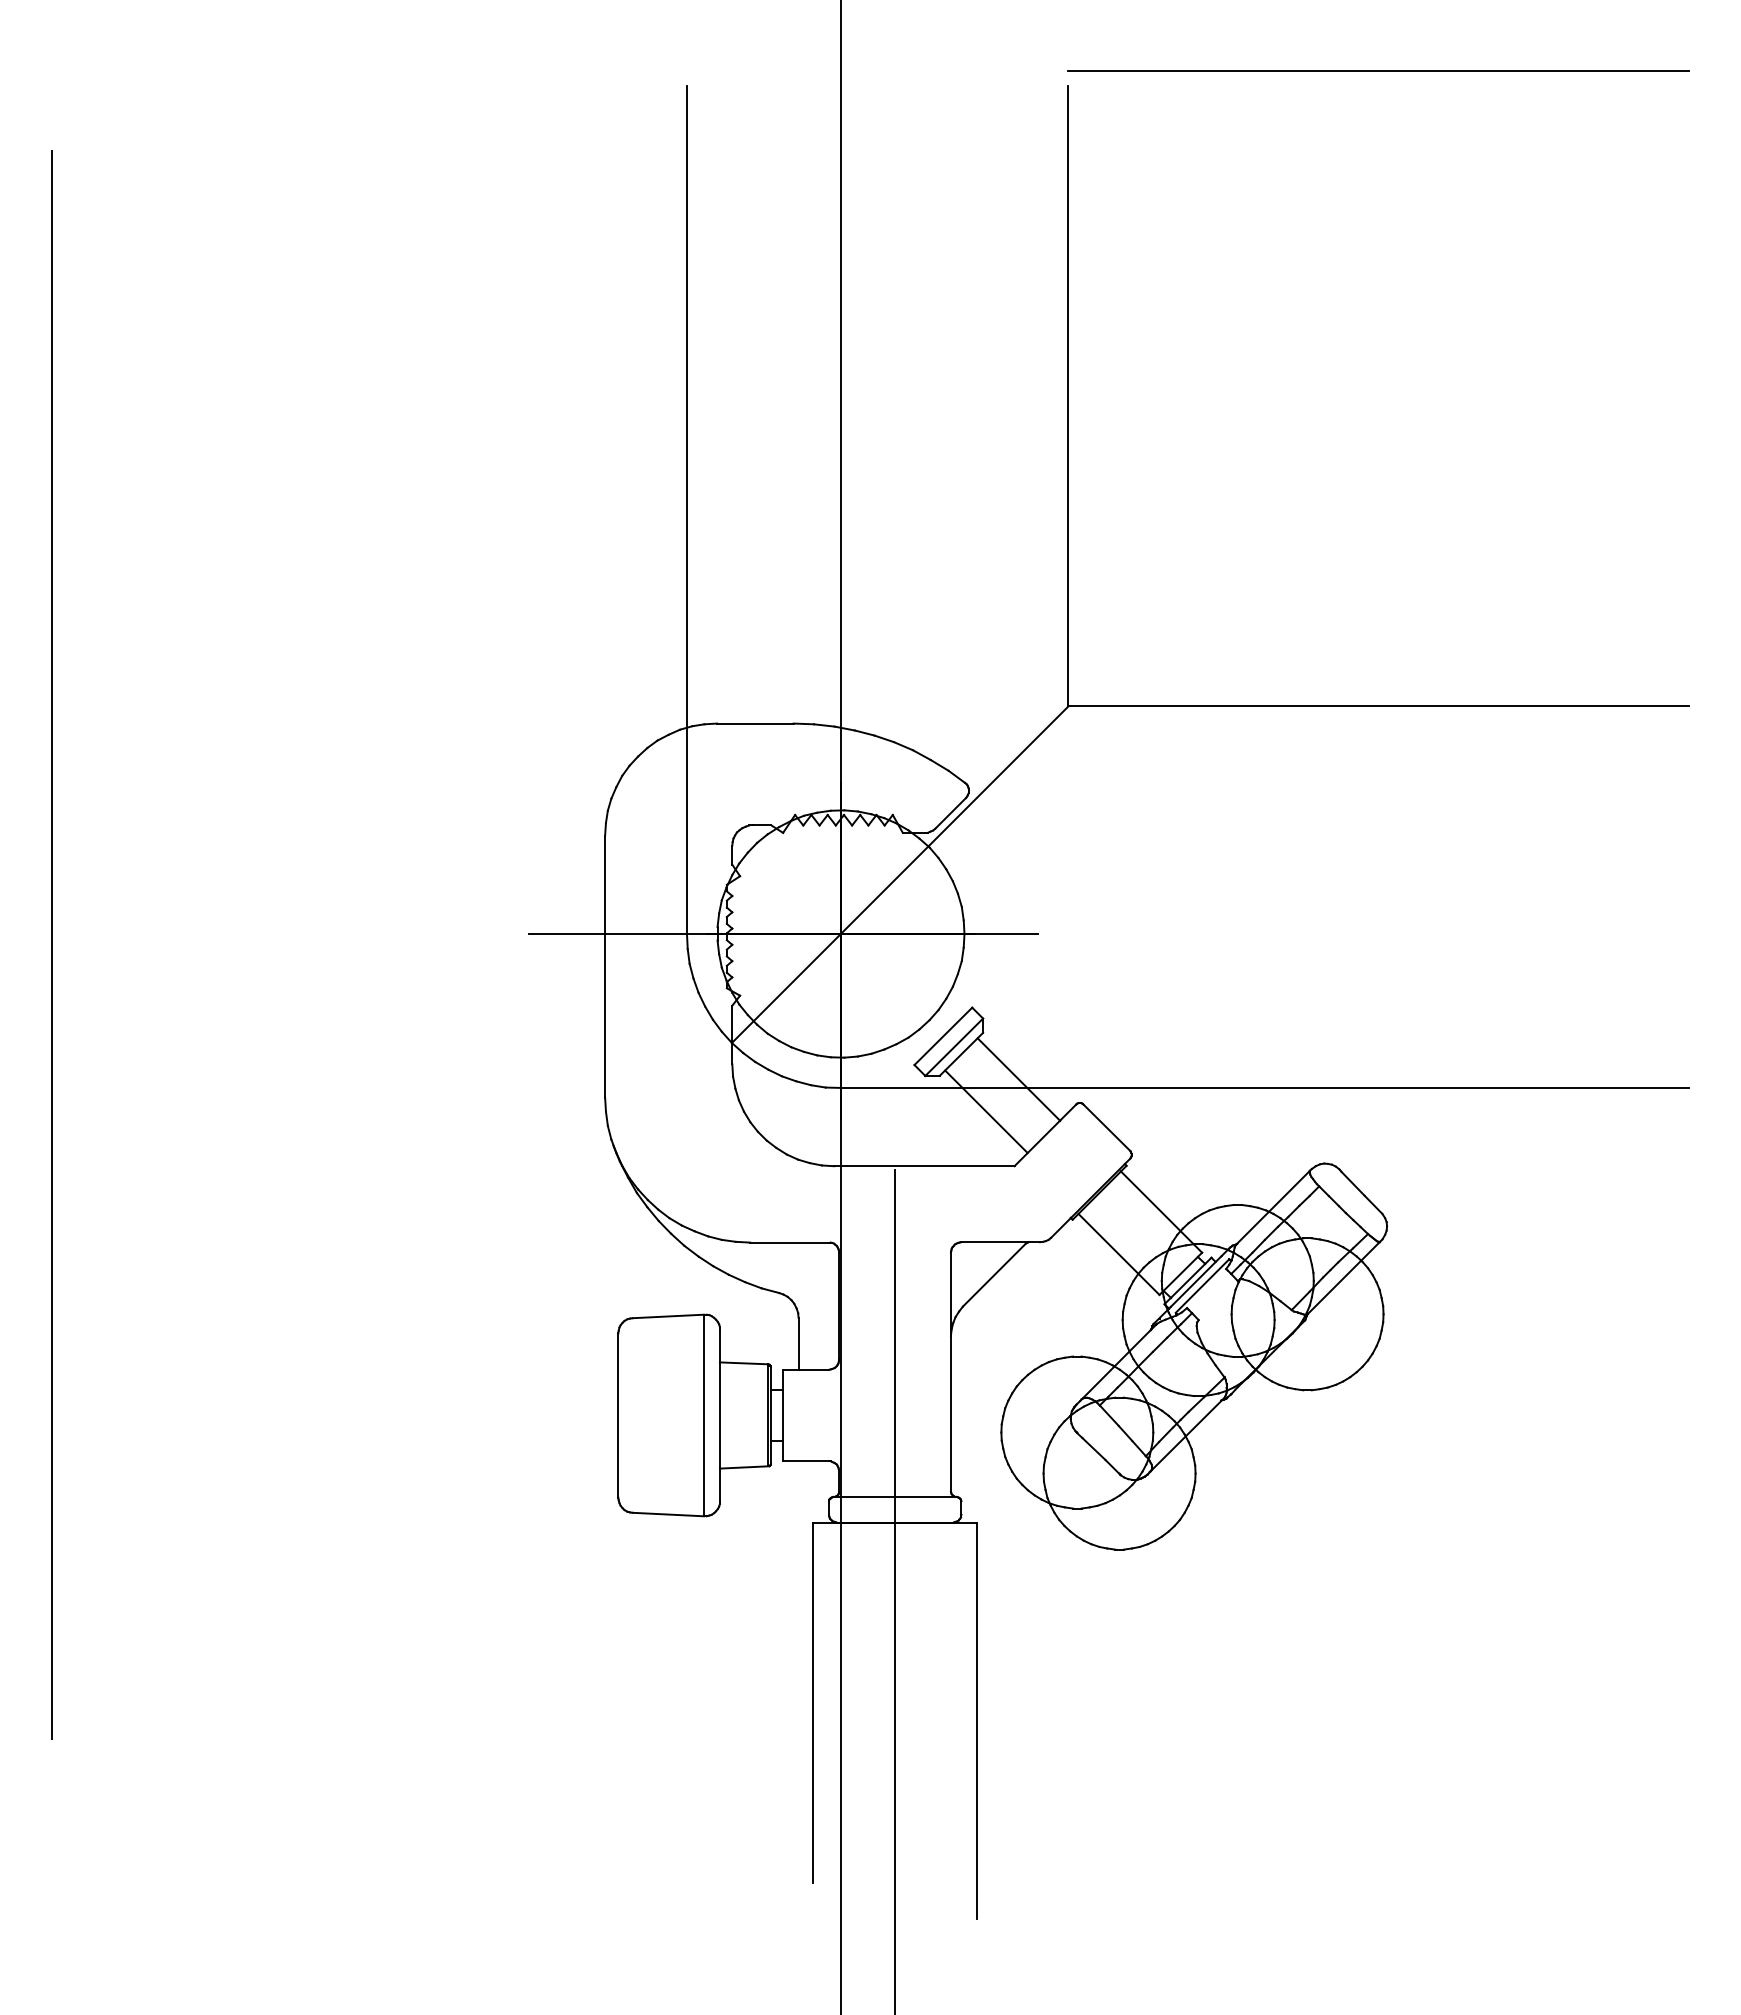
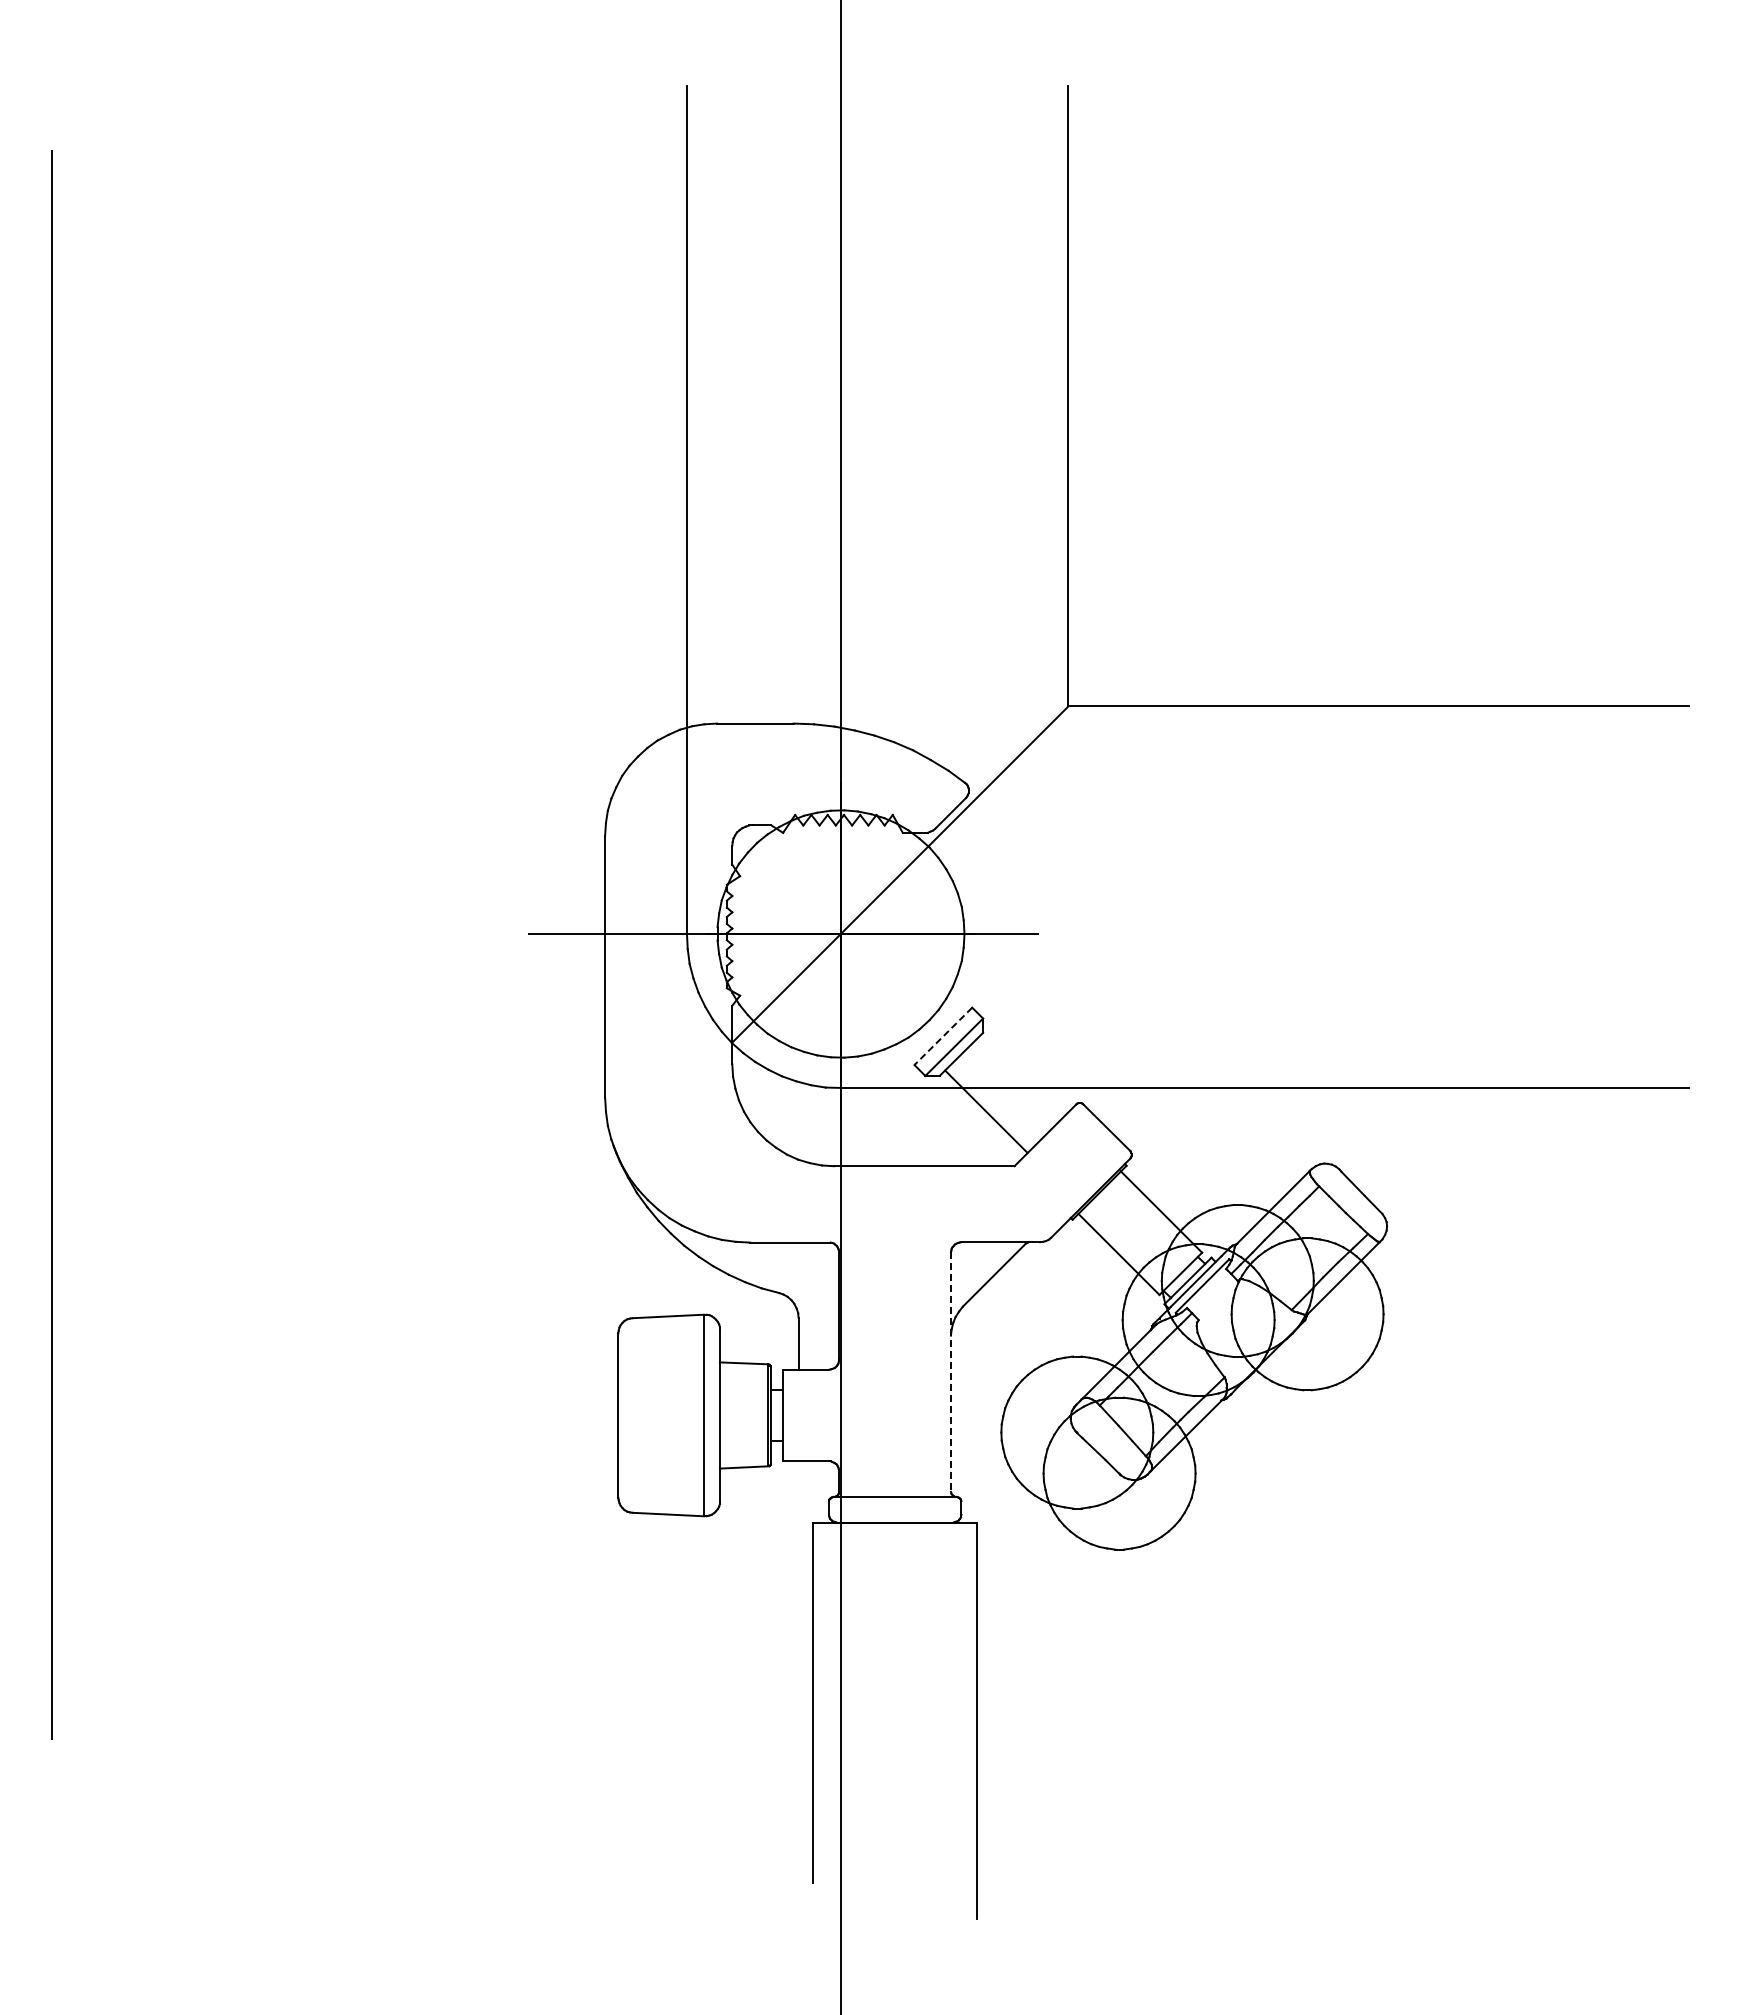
line at (1378, 70): present -> none
line at (943, 1036): solid -> dashed
line at (1018, 1079): present -> none
line at (950, 1372): solid -> dashed
line at (895, 1590): present -> none
